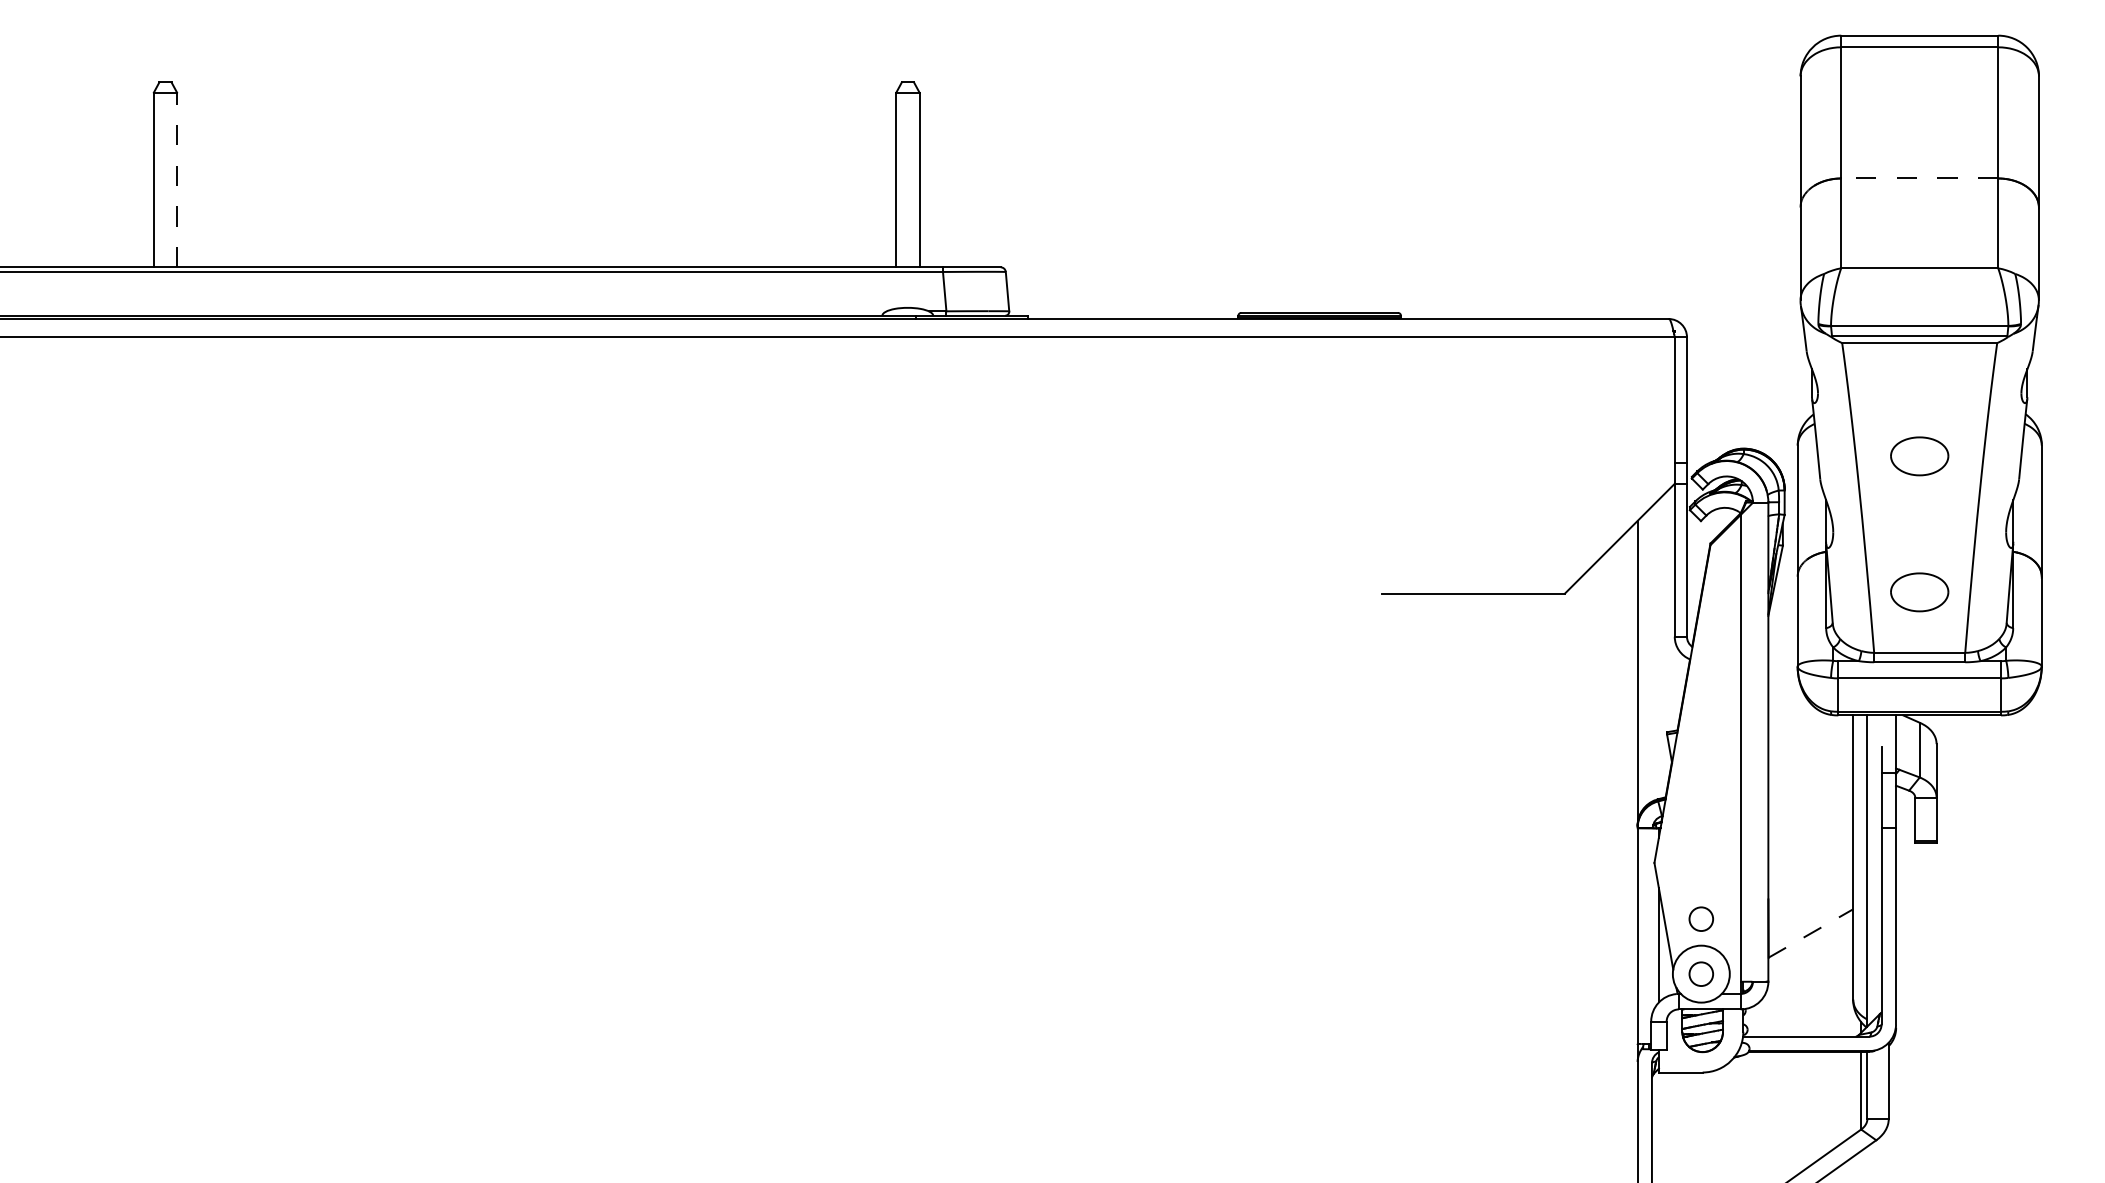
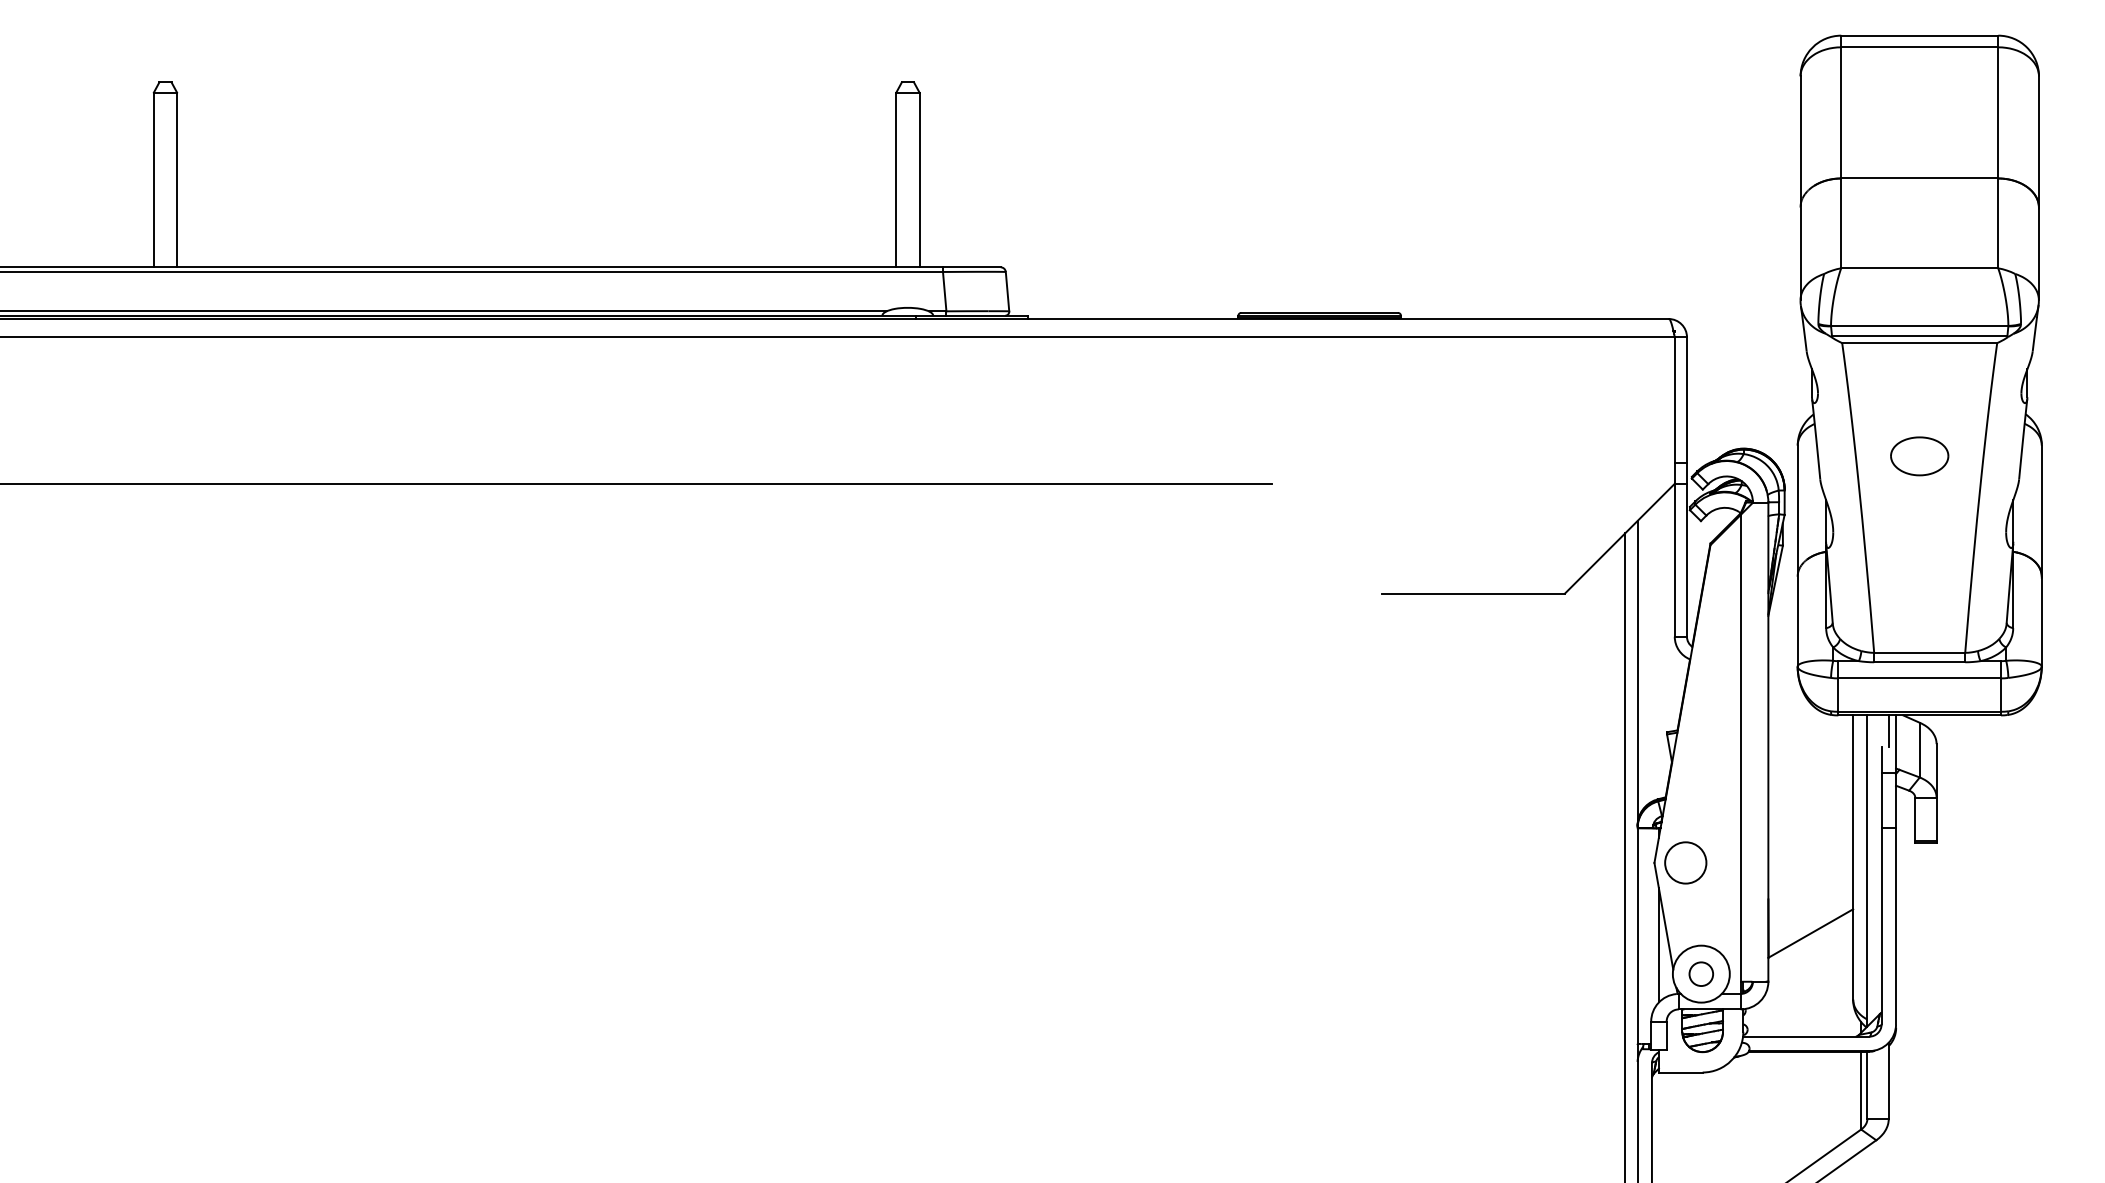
line at (1919, 178): dashed -> solid
line at (177, 179): dashed -> solid
line at (444, 311): none -> present
line at (637, 483): none -> present
part at (1919, 592): present -> none
line at (1888, 730): none -> present
line at (1625, 856): none -> present
circle at (1685, 862): none -> present
circle at (1700, 918): present -> none
line at (1810, 933): dashed -> solid
